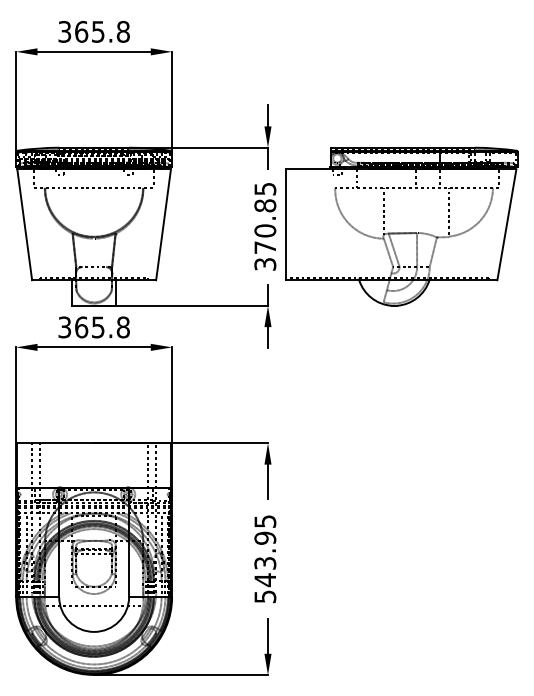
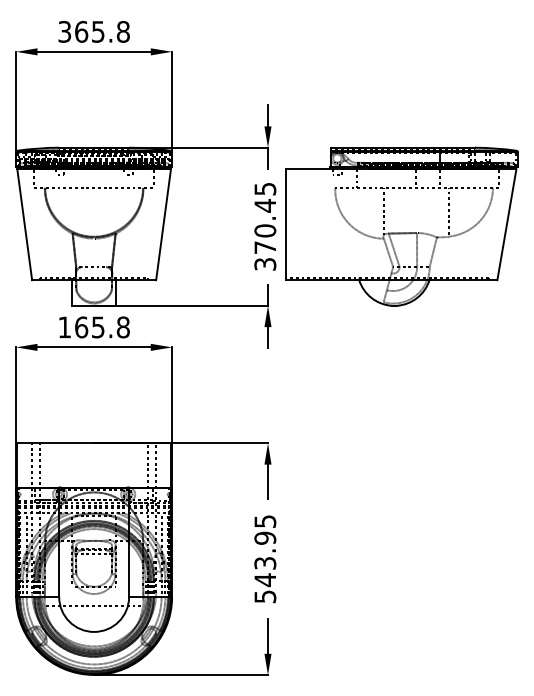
text at (265, 205): 370.85 -> 370.45
text at (64, 327): 365.8 -> 165.8
